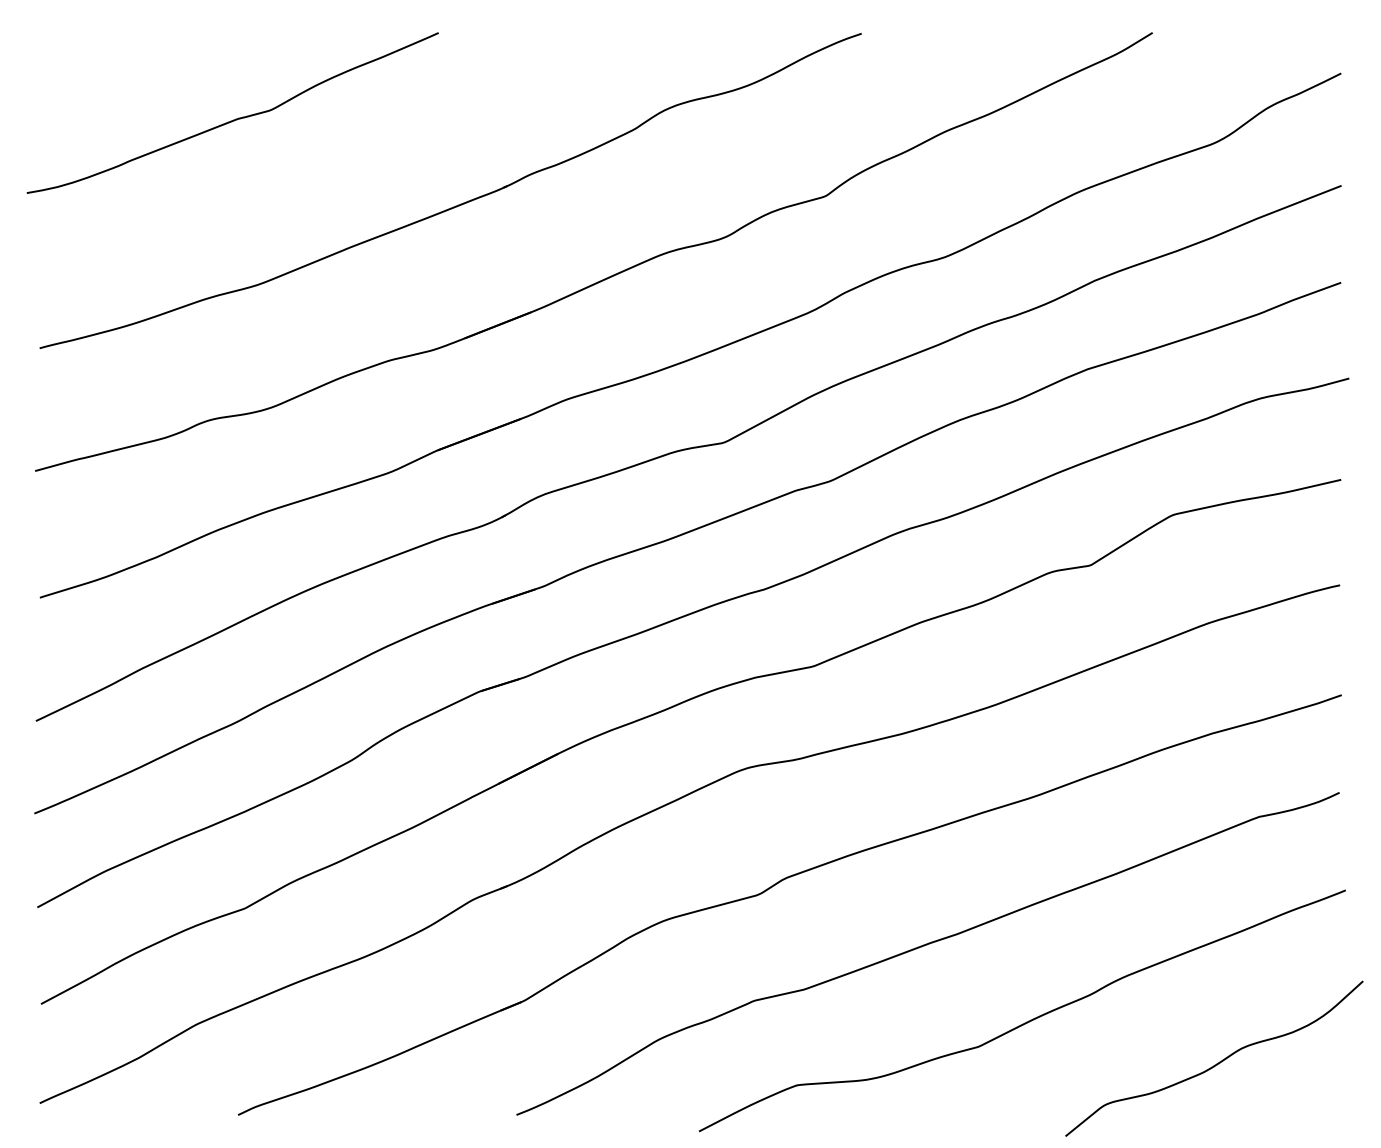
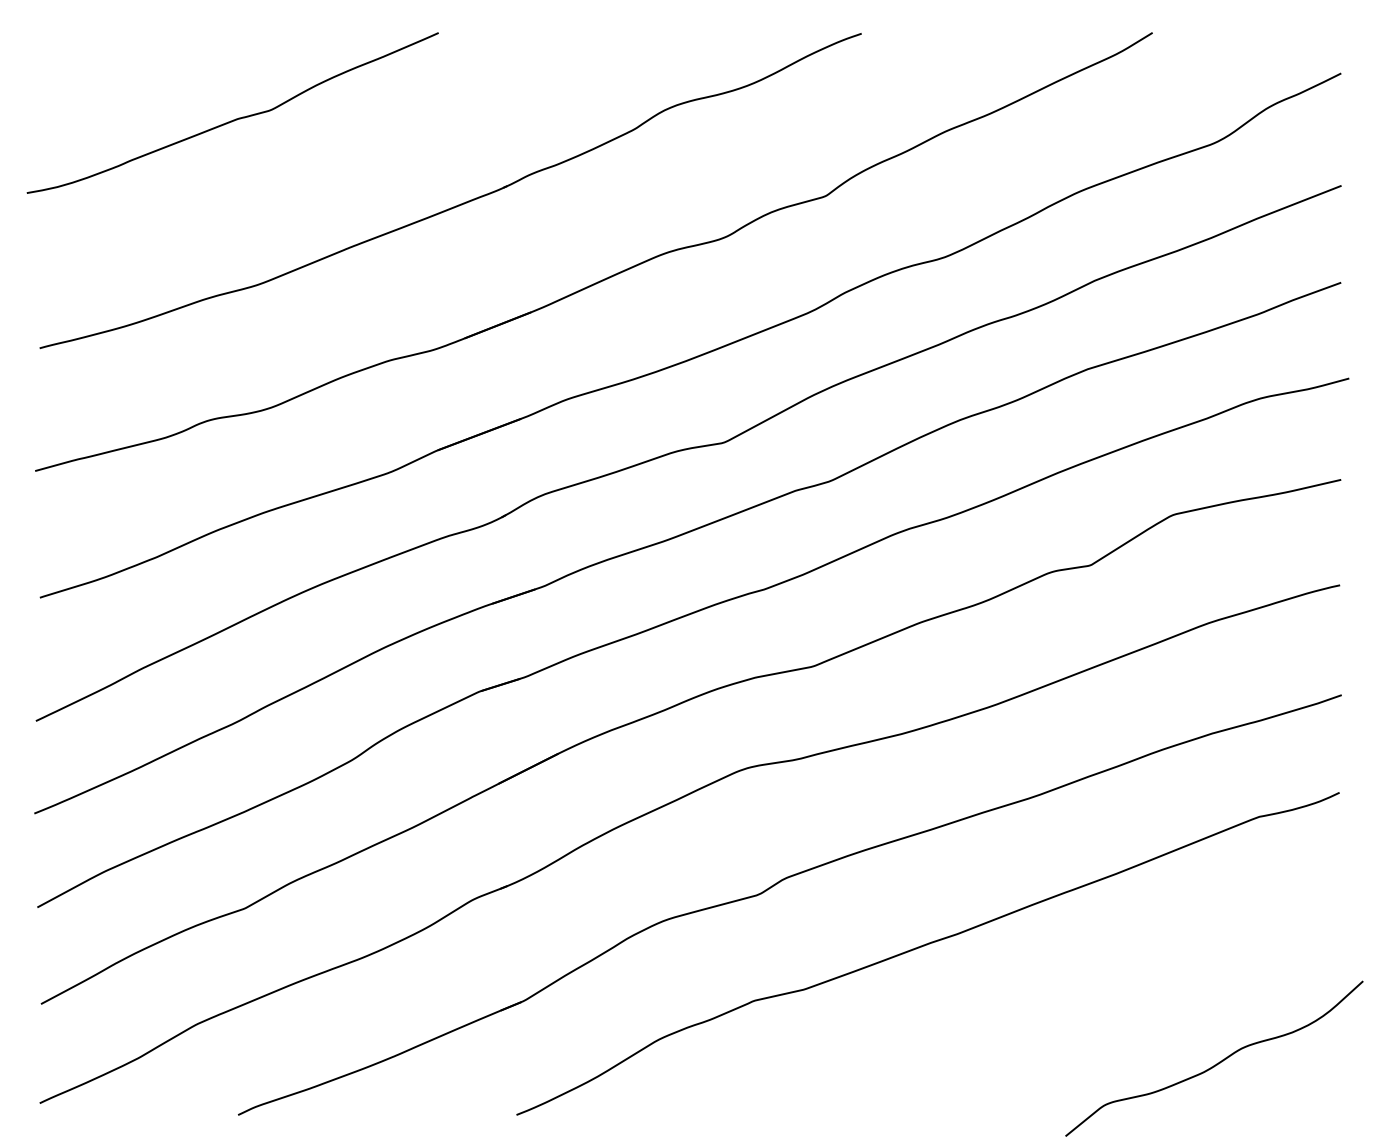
curve at (1026, 1021): present -> none
